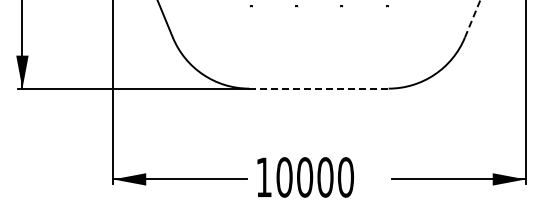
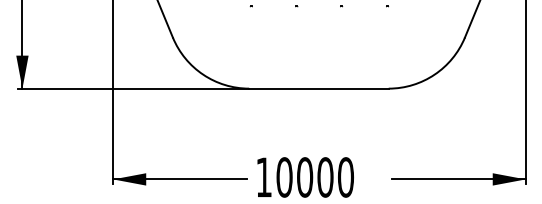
line at (472, 19): dashed -> solid
line at (318, 88): dashed -> solid
